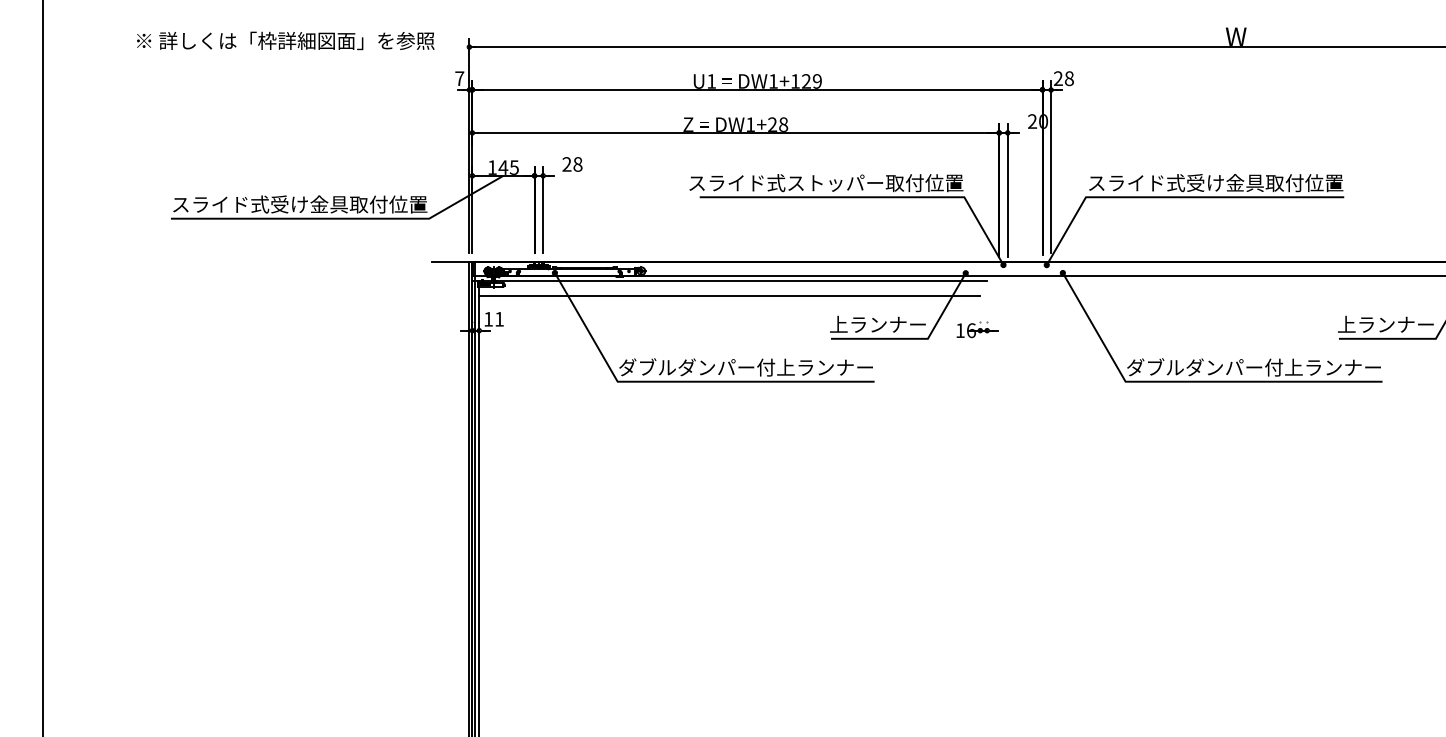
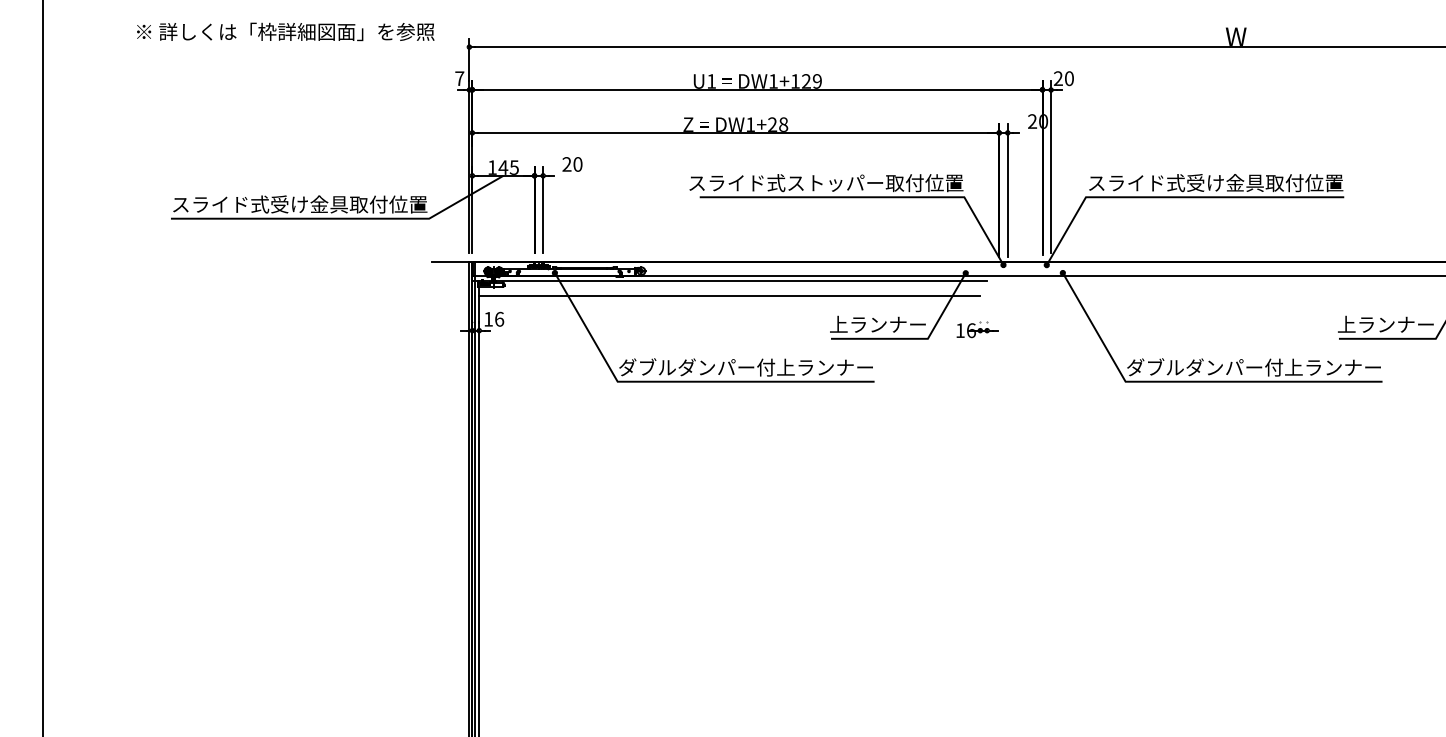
text at (285, 40) position: (285, 40) -> (285, 31)
text at (1069, 78): 28 -> 20
text at (577, 164): 28 -> 20
text at (499, 318): 11 -> 16
